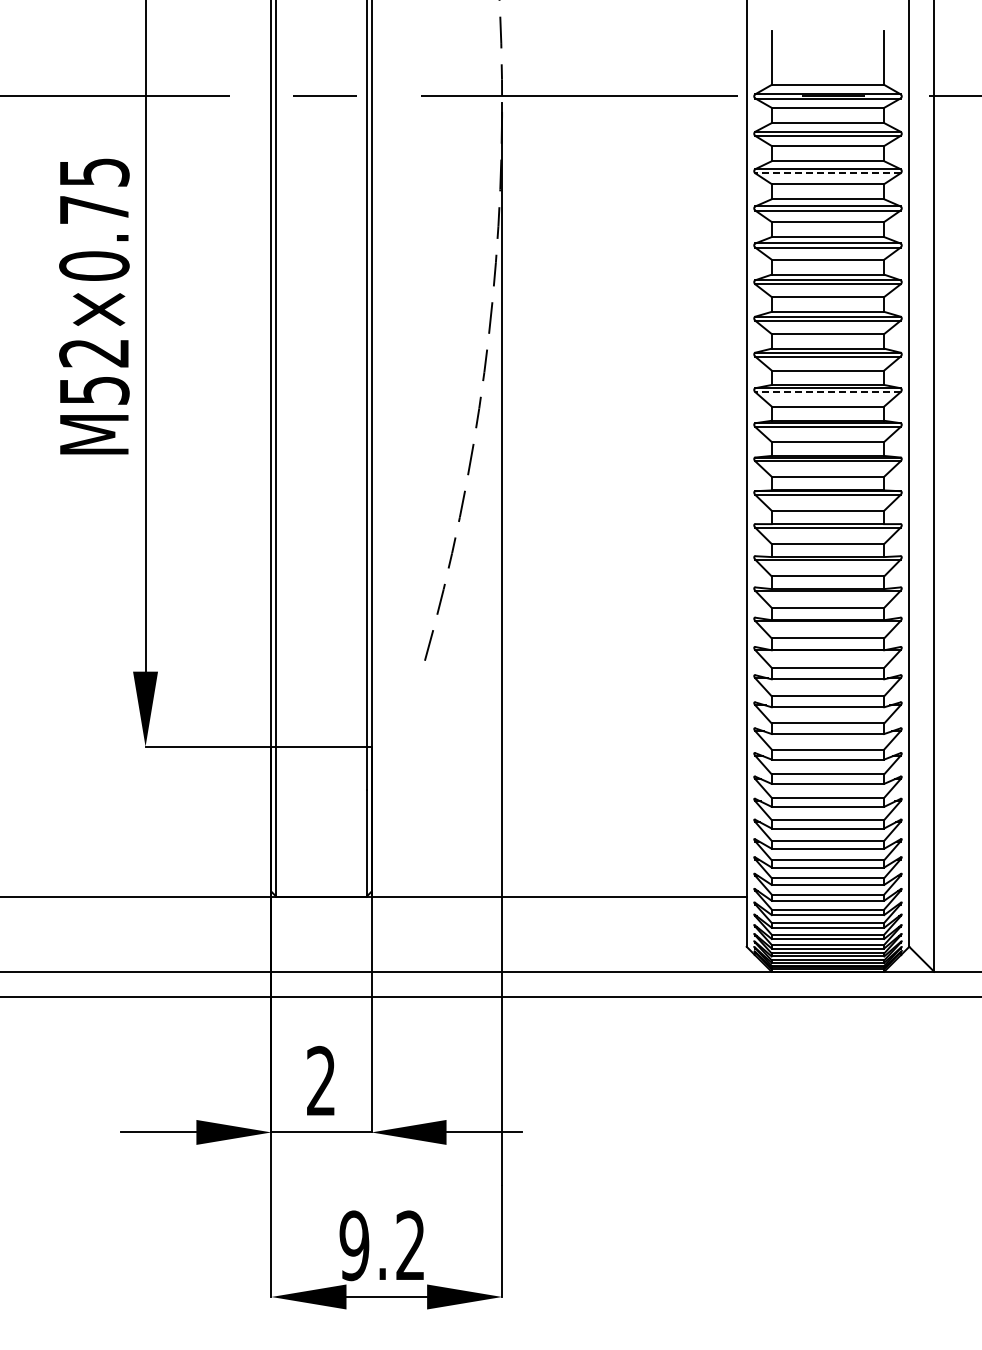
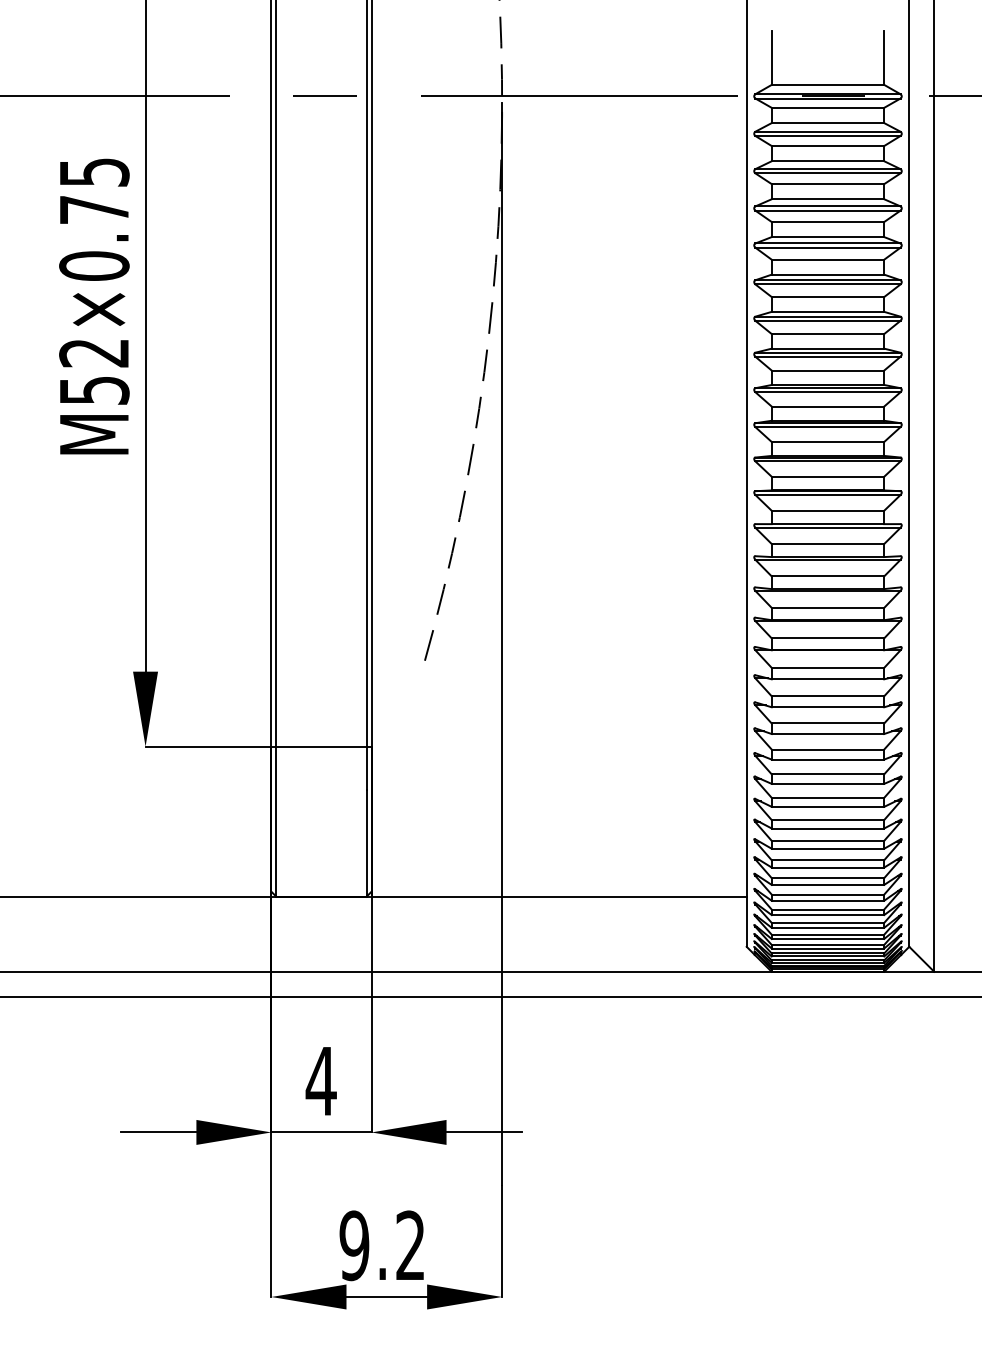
line at (827, 173): dashed -> solid
line at (827, 392): dashed -> solid
text at (320, 1080): 2 -> 4
